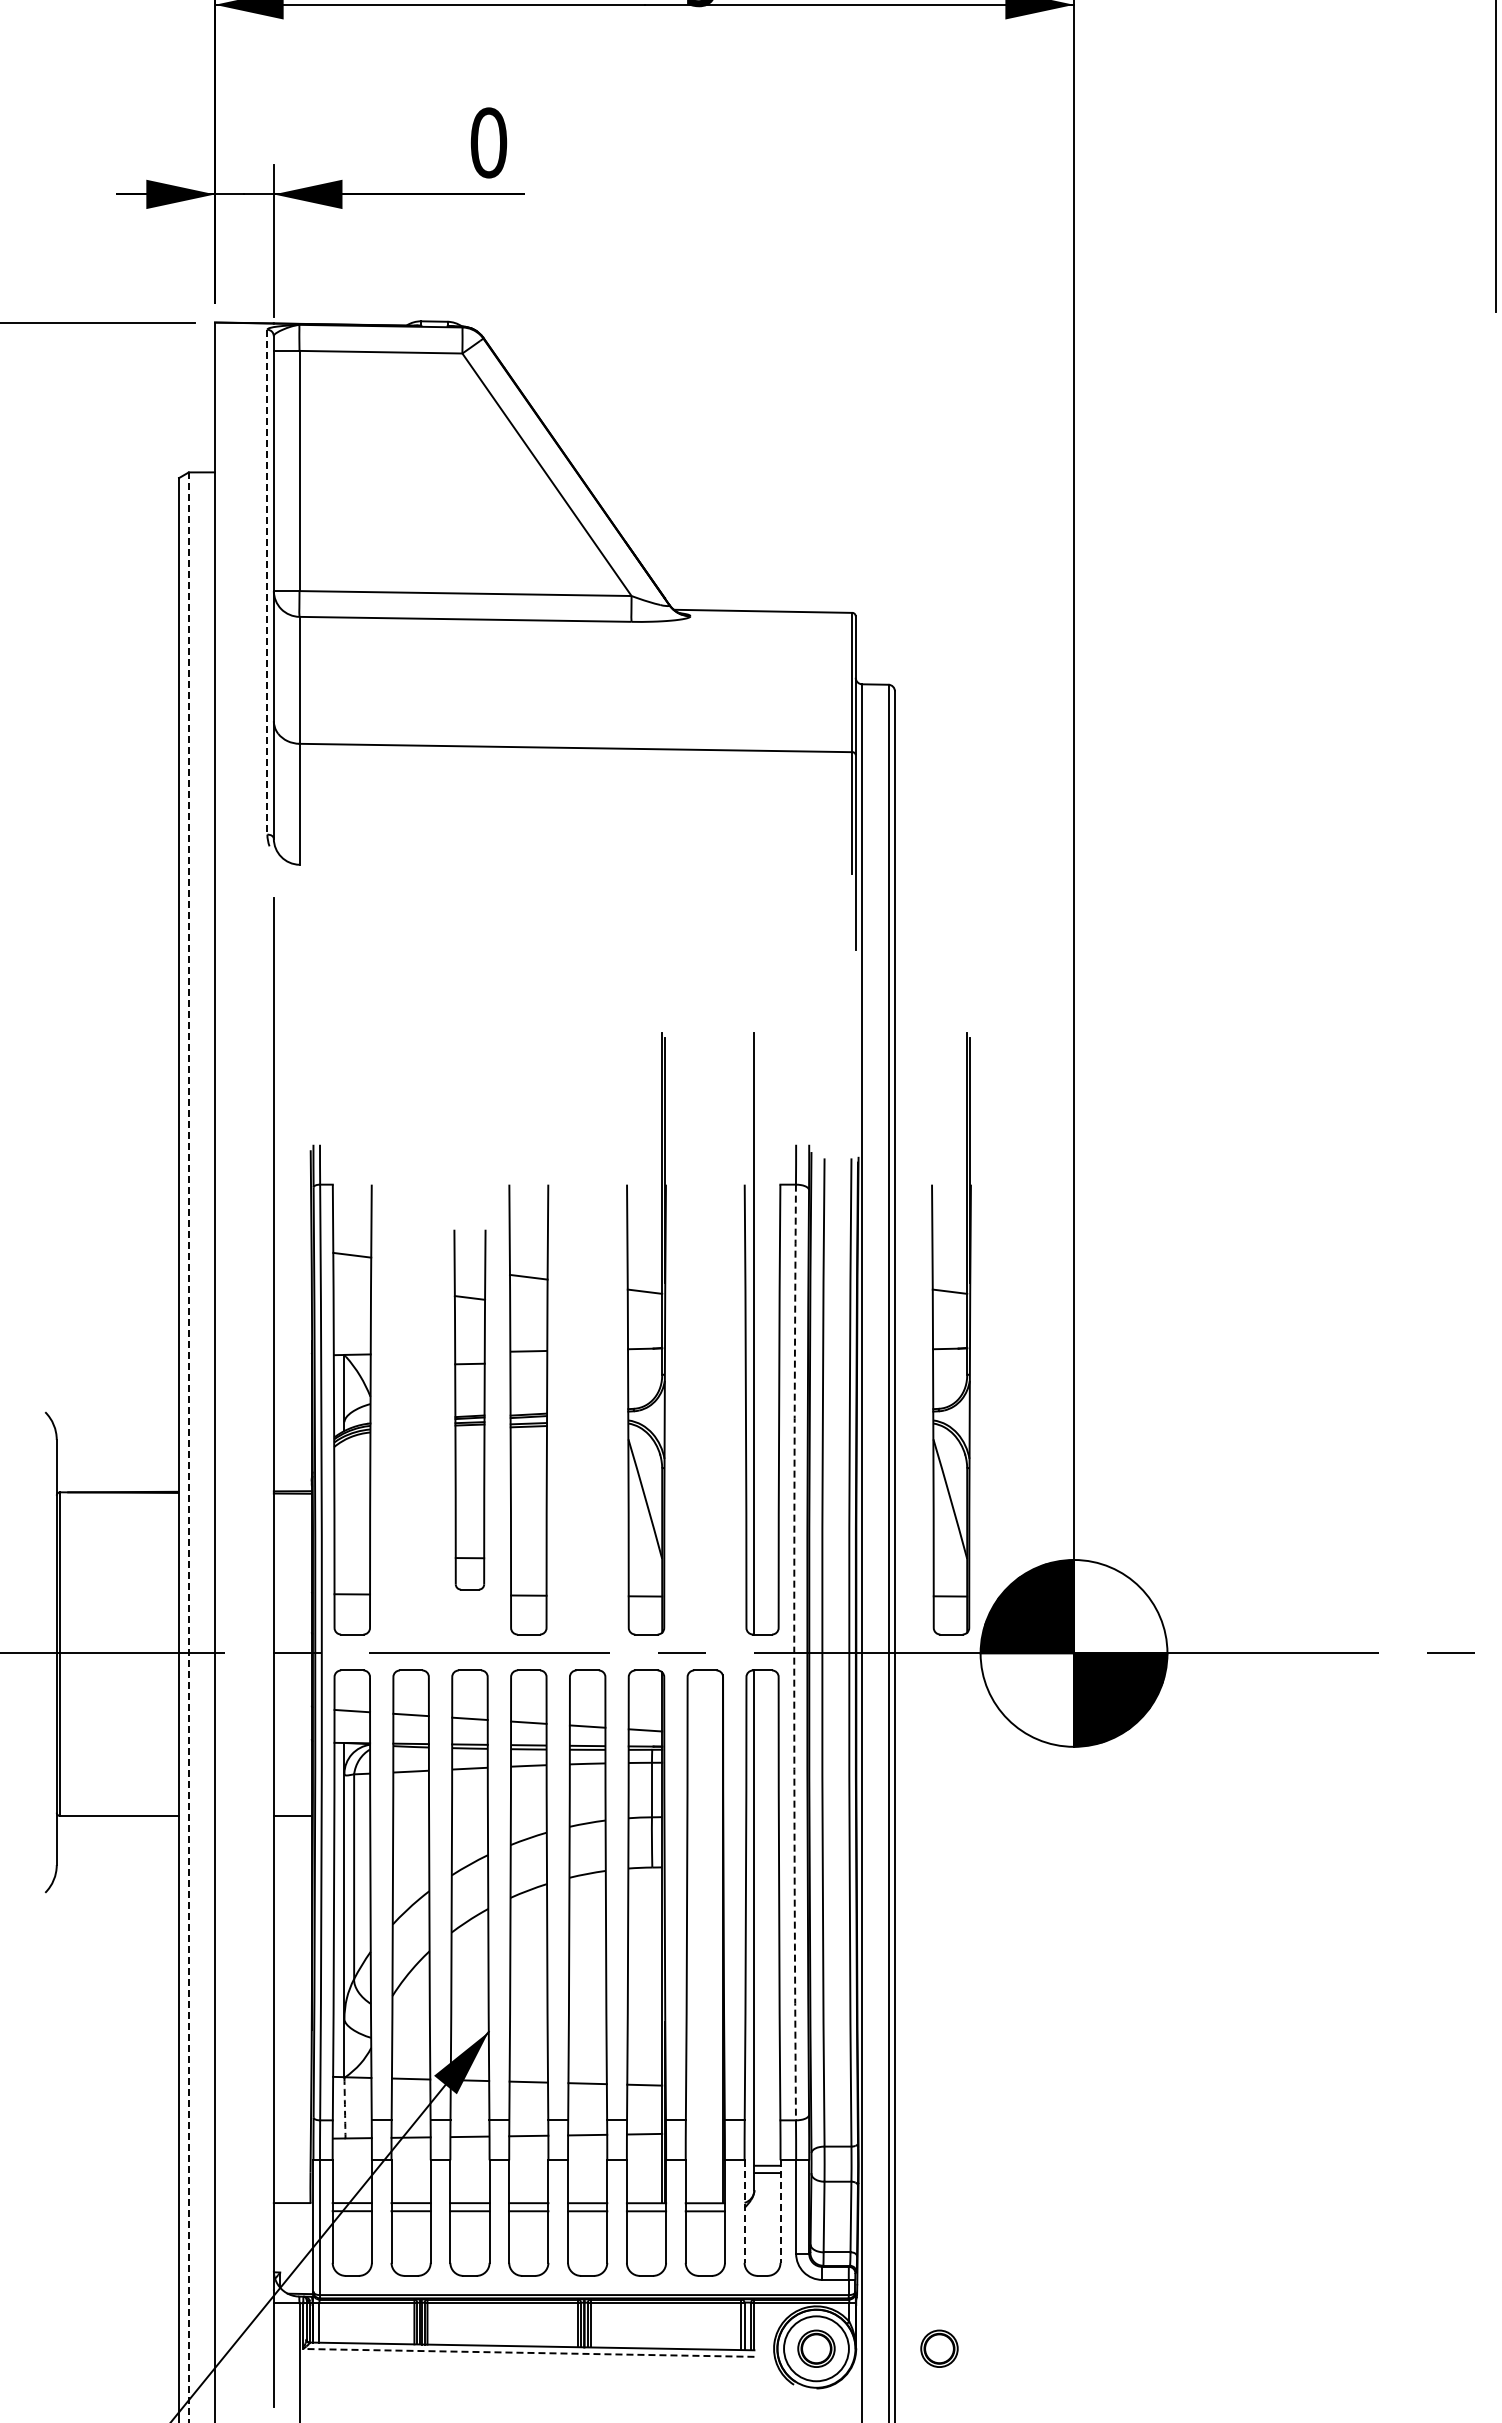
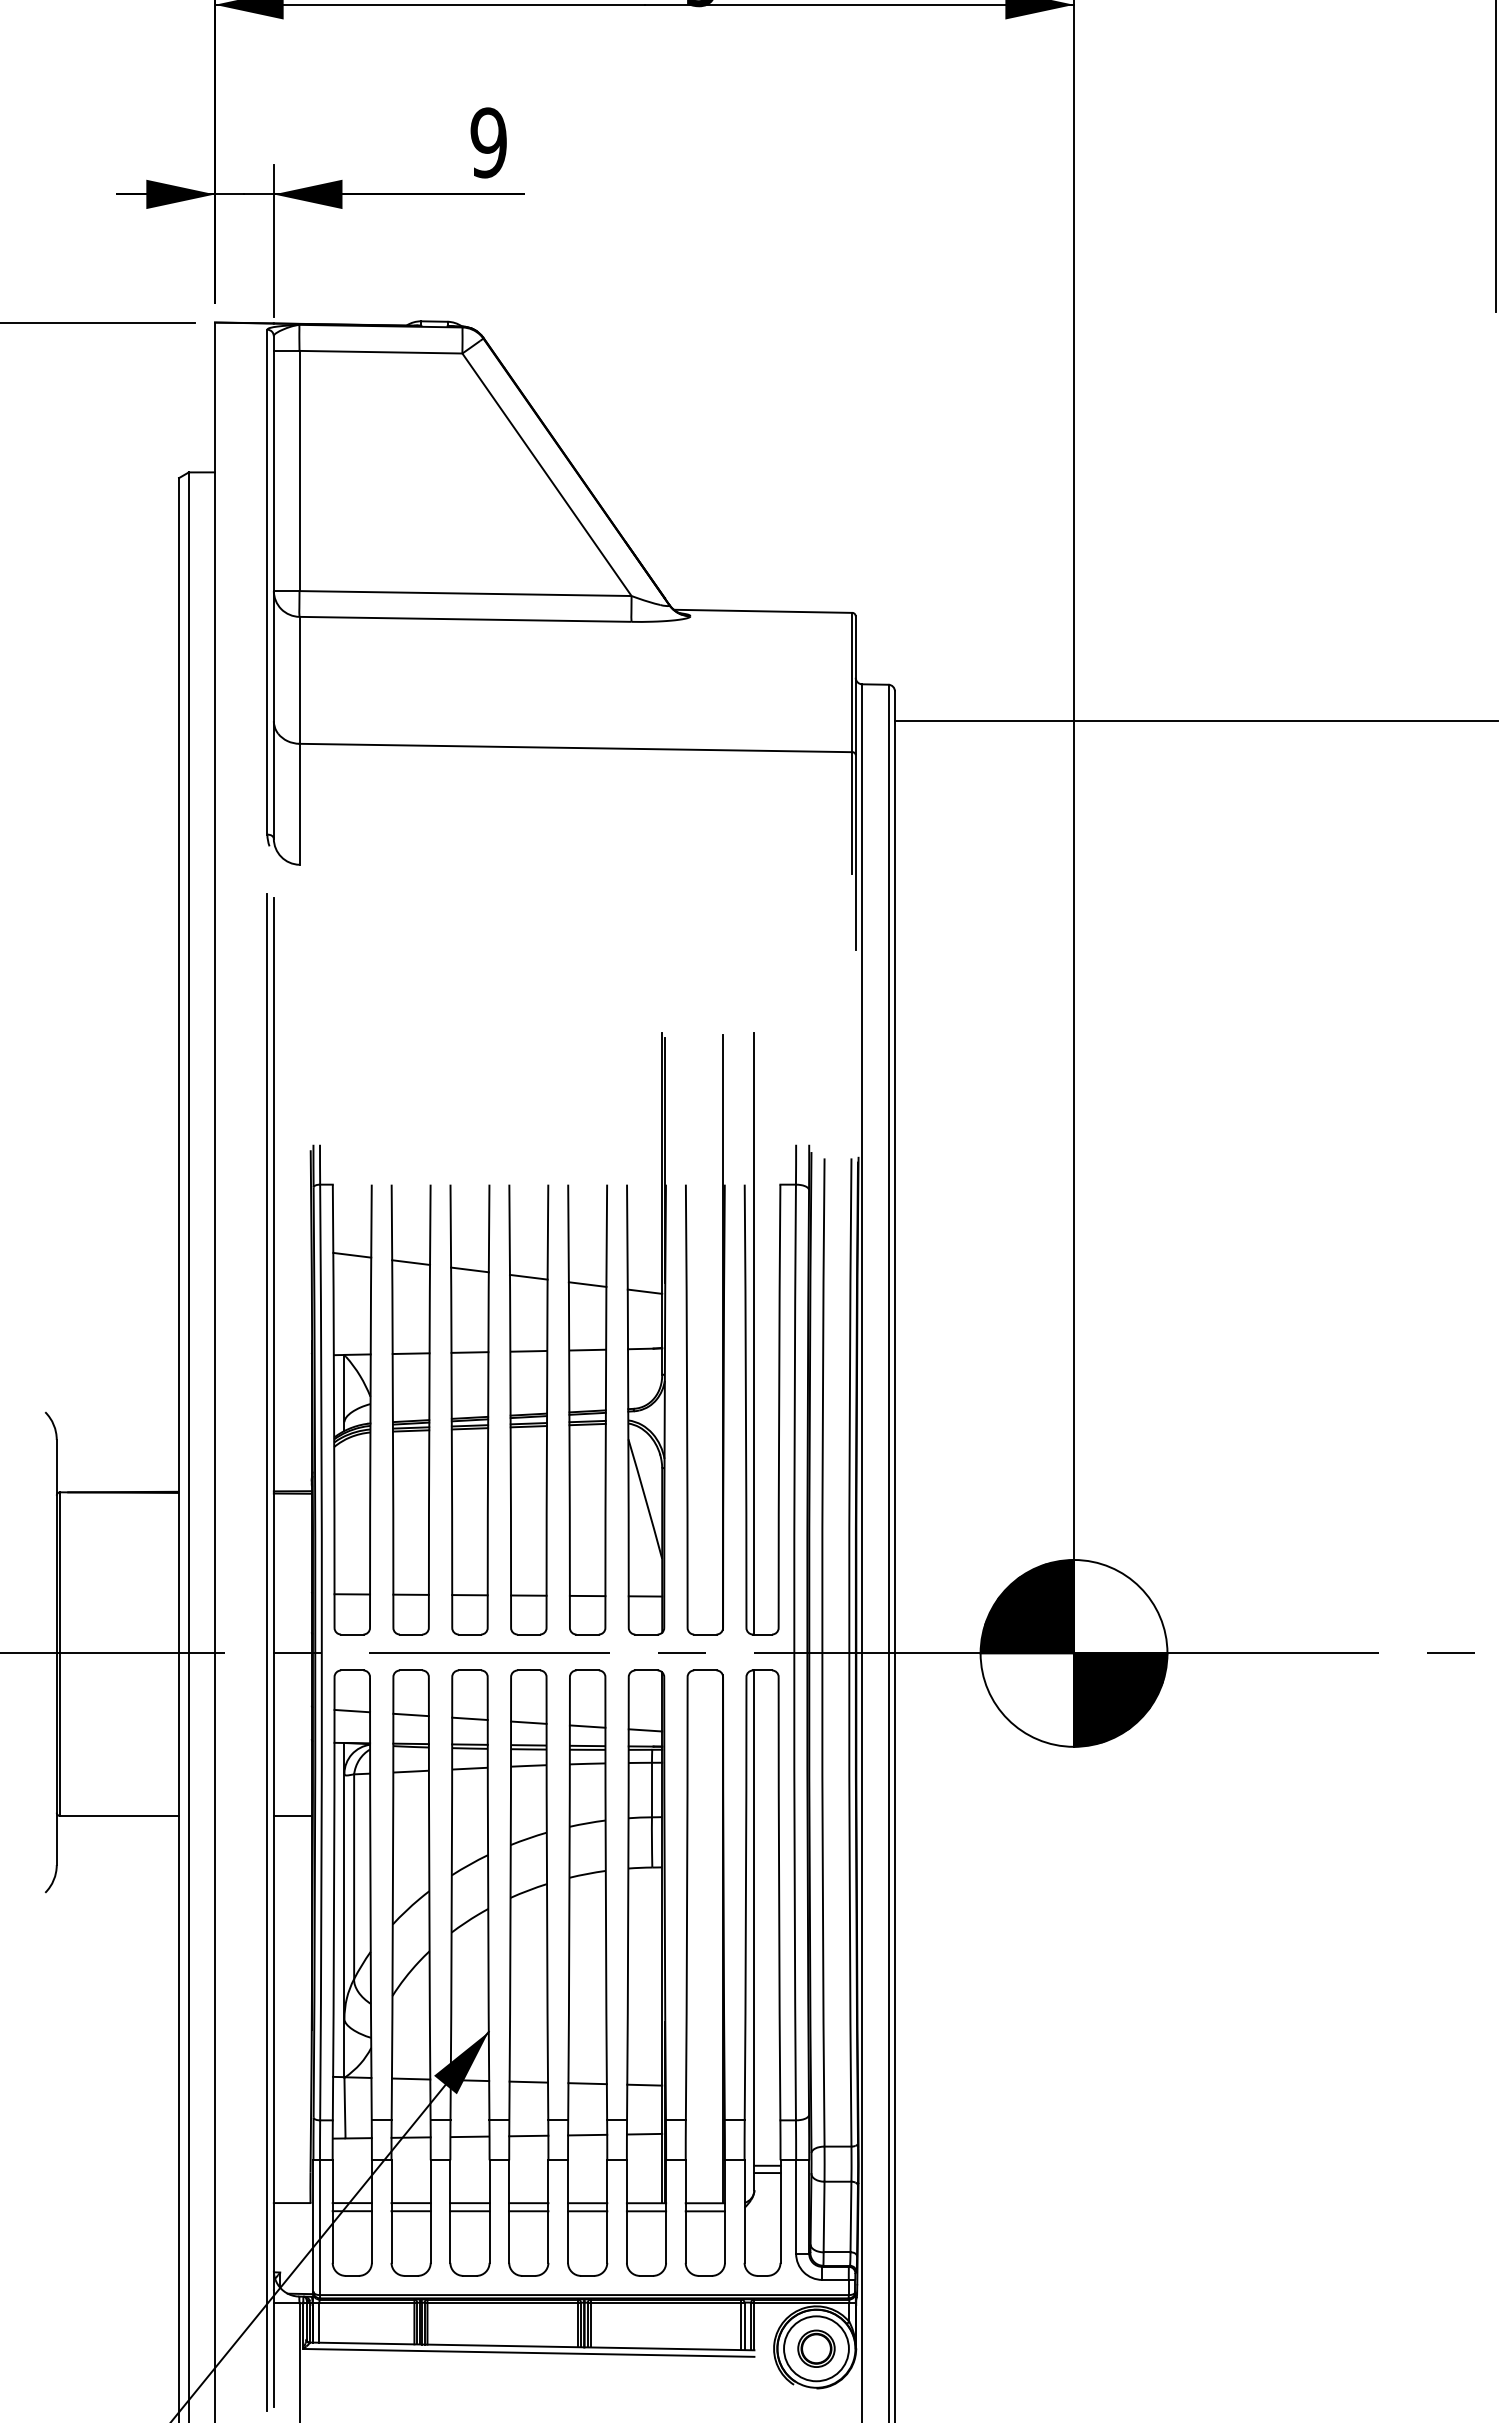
text at (488, 142): 0 -> 9
line at (267, 582): dashed -> solid
line at (1196, 720): none -> present
part at (951, 1333): present -> none
part at (722, 1334): none -> present
part at (410, 1409): none -> present
part at (469, 1409) size: 34x362 px -> 42x452 px
part at (587, 1409): none -> present
line at (188, 1448): dashed -> solid
line at (267, 1652): none -> present
arc at (794, 1652): dashed -> solid
arc at (344, 2108): dashed -> solid
line at (744, 2212): dashed -> solid
line at (780, 2212): dashed -> solid
part at (939, 2348): present -> none
line at (528, 2352): dashed -> solid
